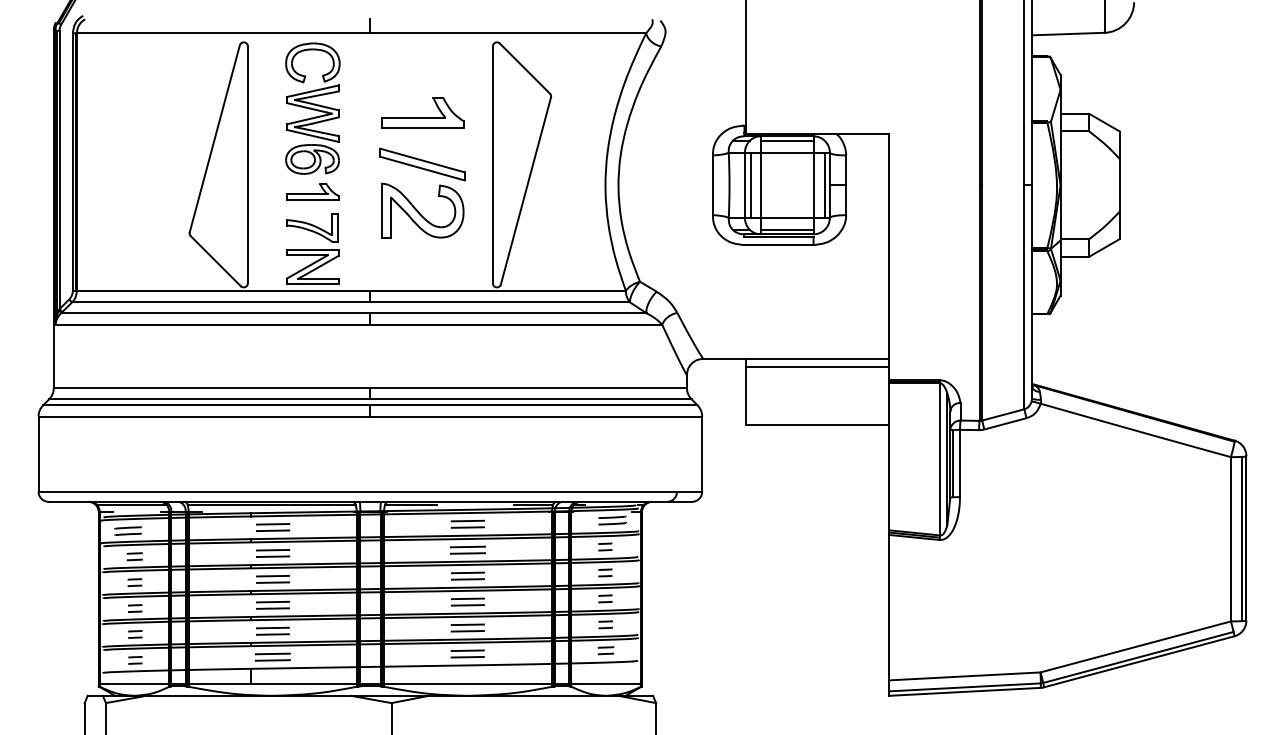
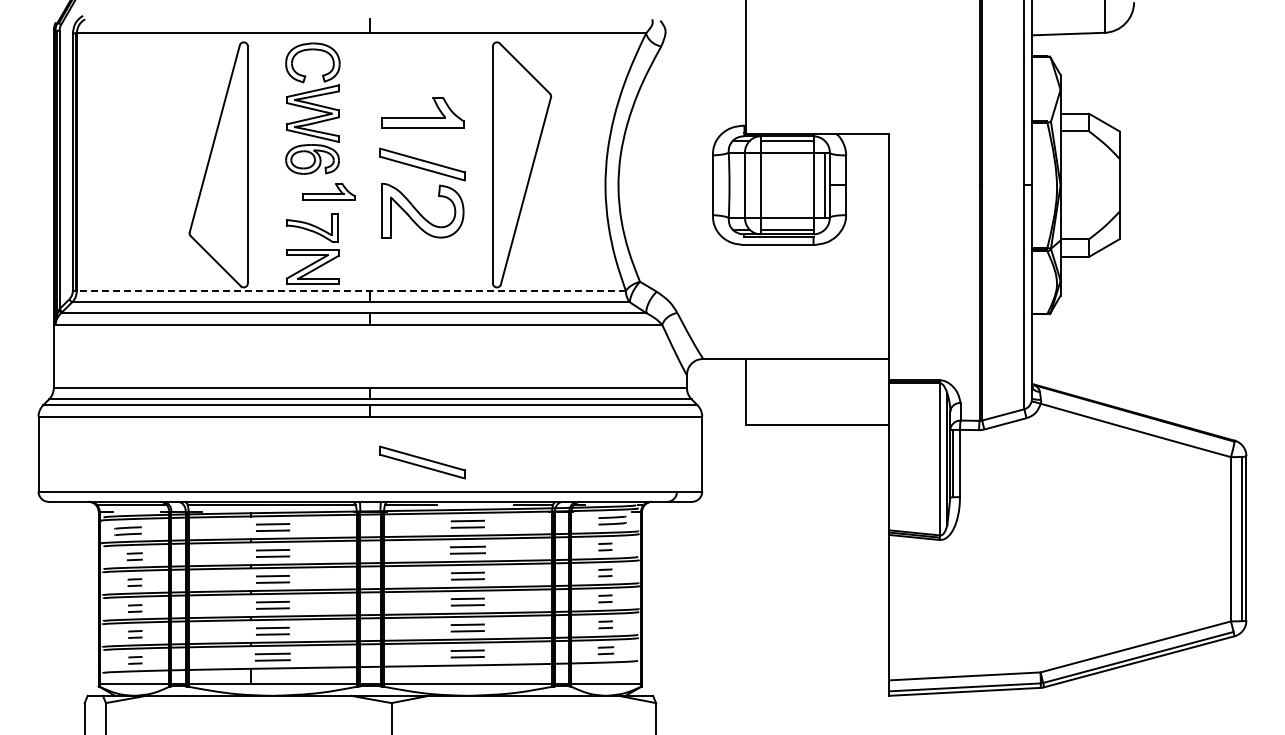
line at (750, 184): present -> none
part at (312, 191) position: (312, 191) -> (328, 191)
line at (351, 290): solid -> dashed
line at (817, 367): present -> none
part at (422, 462): none -> present
